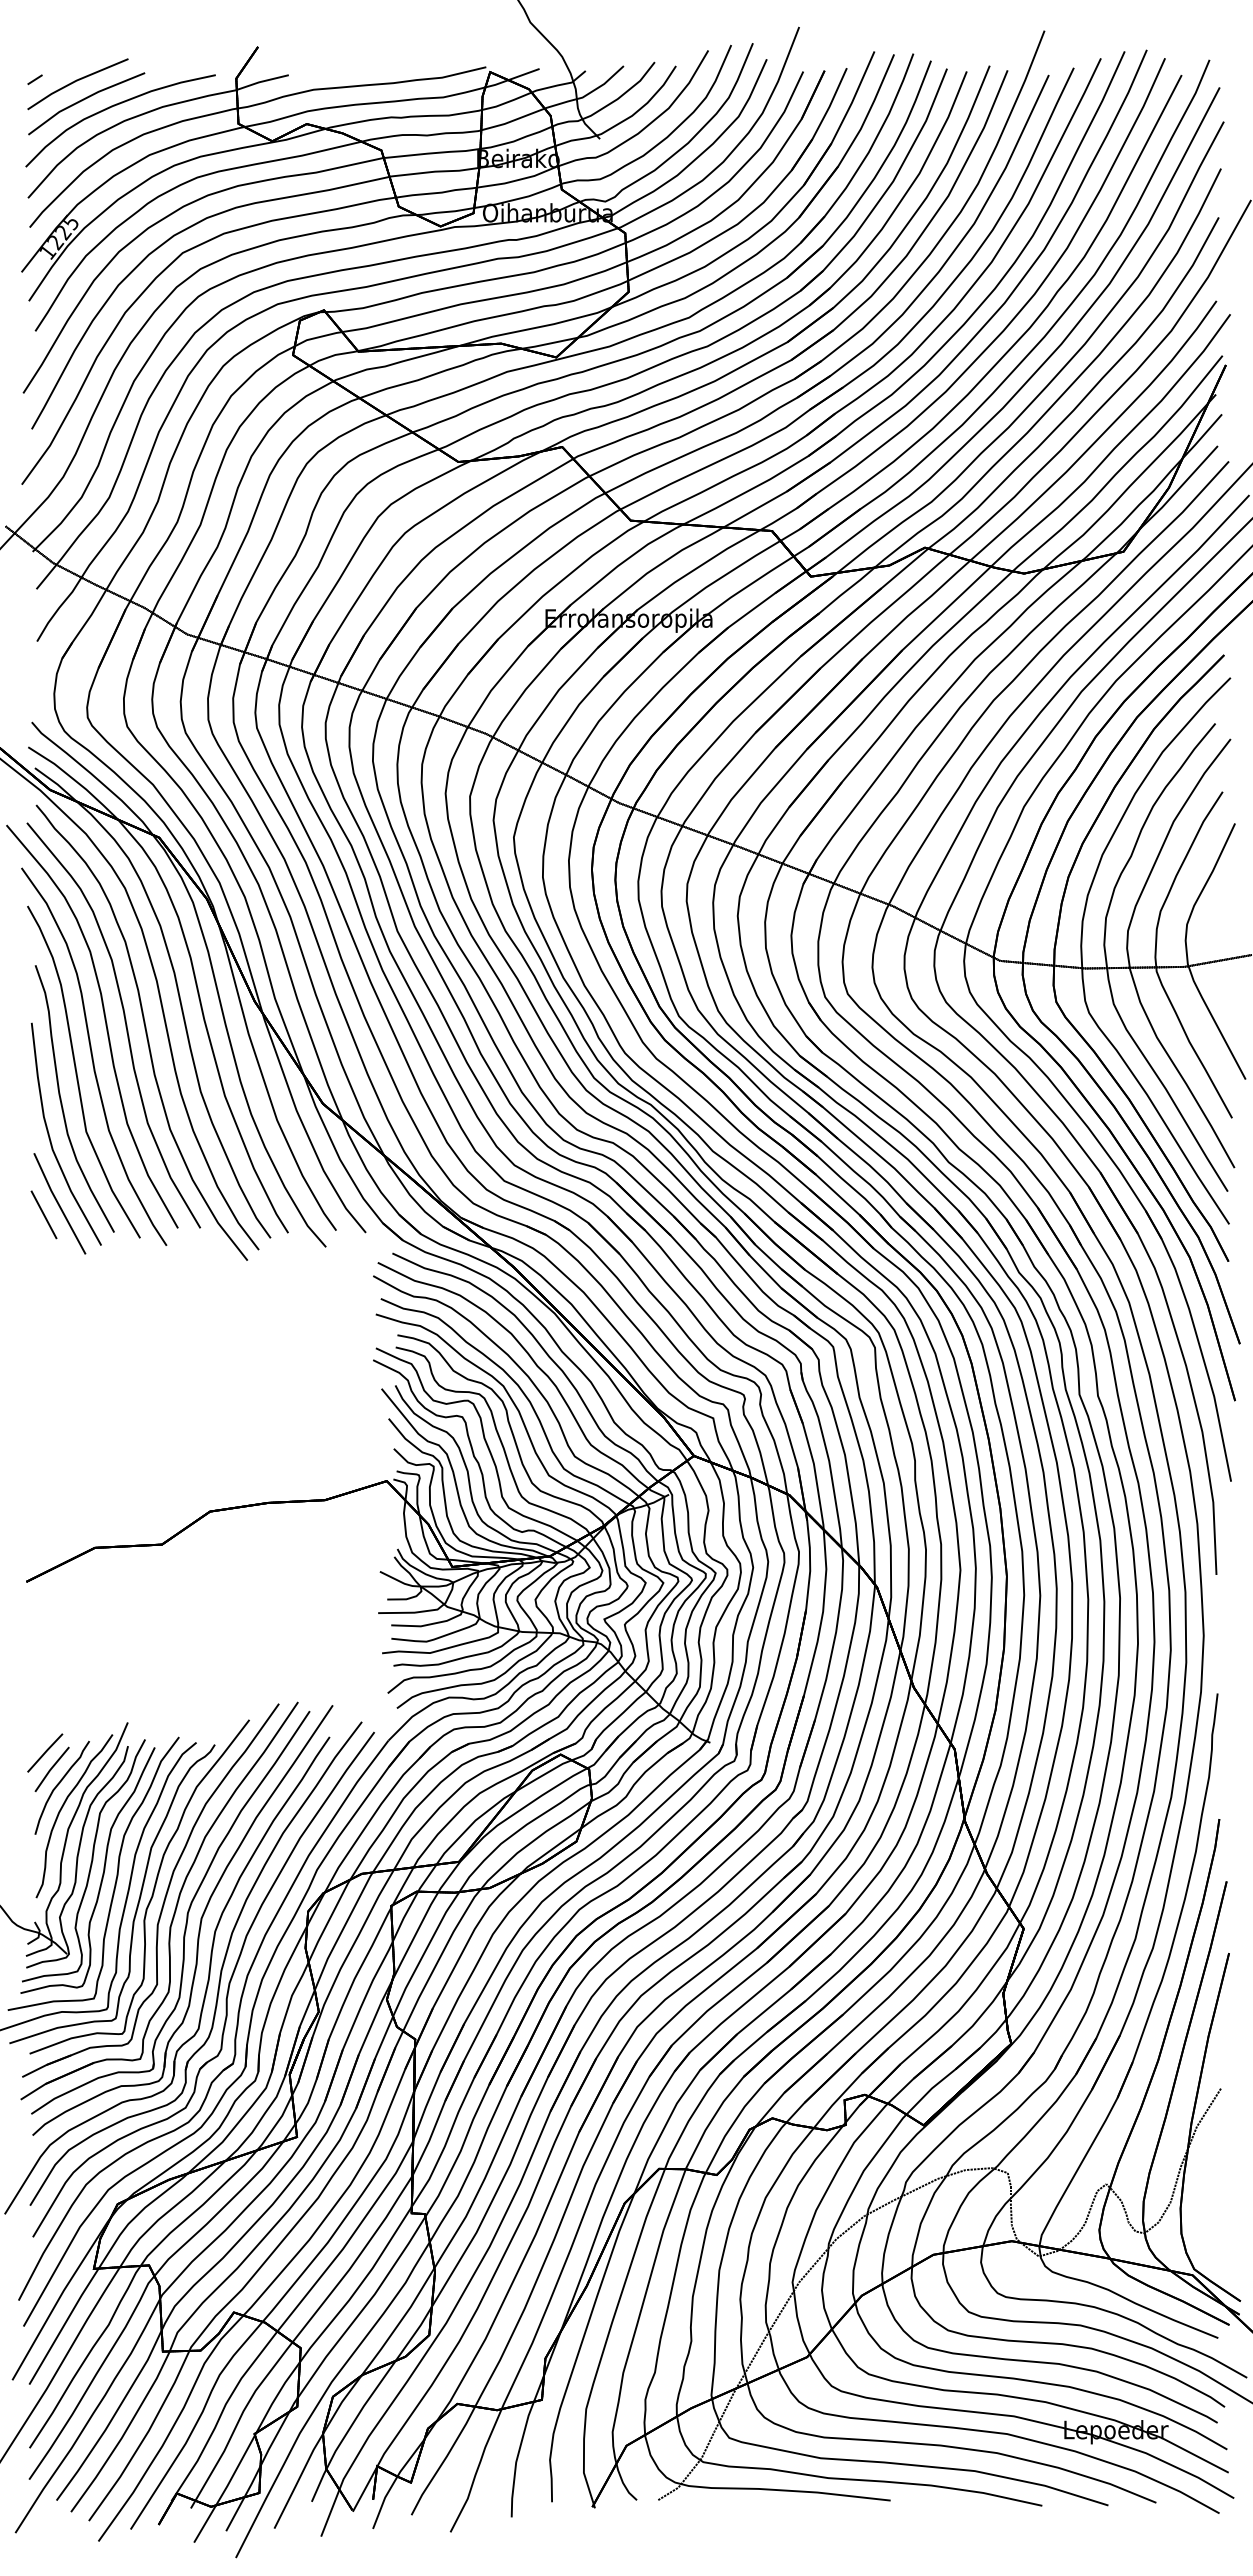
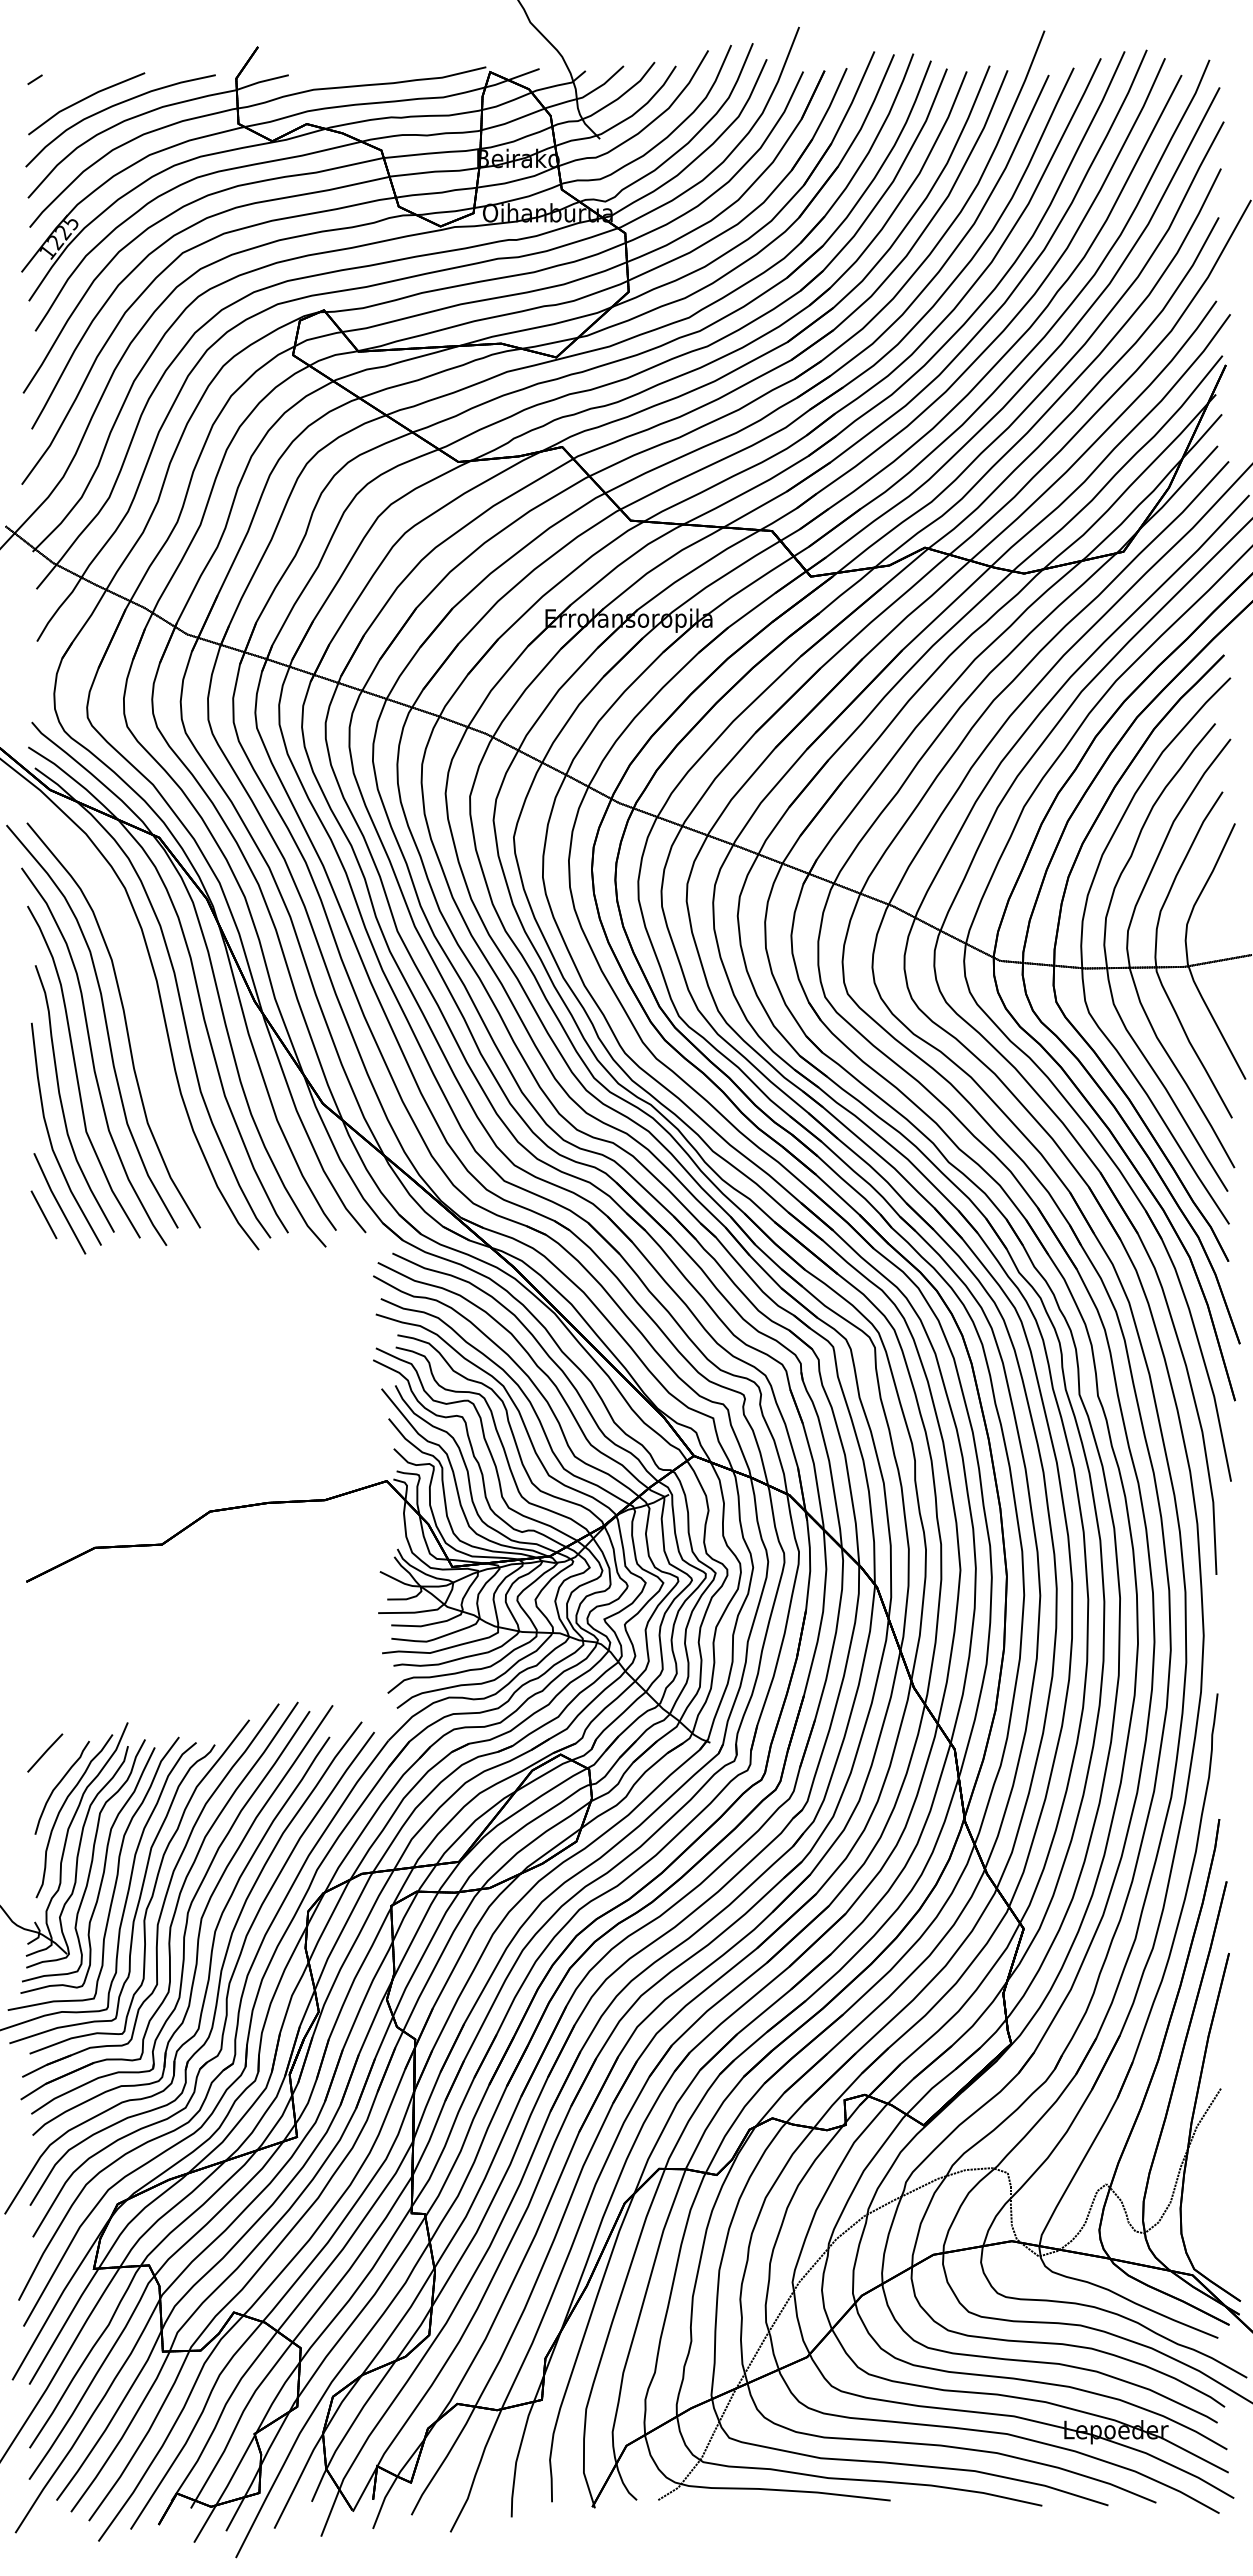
part at (77, 84): present -> none
part at (141, 1032): present -> none
part at (51, 1768): present -> none
